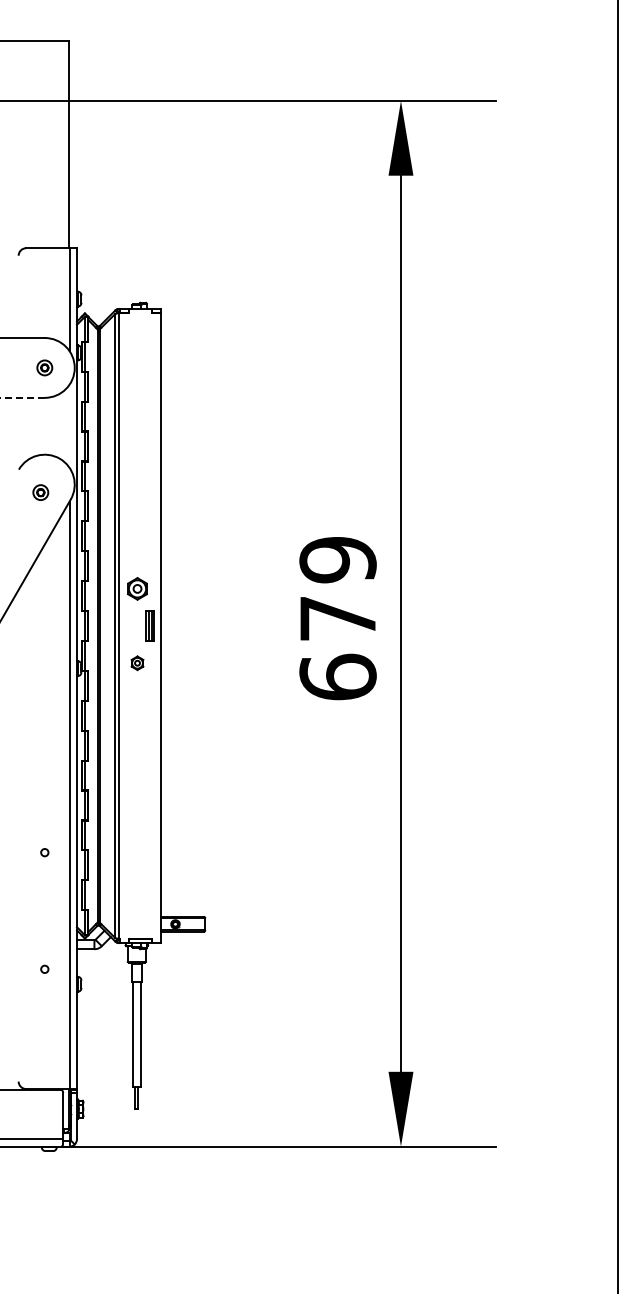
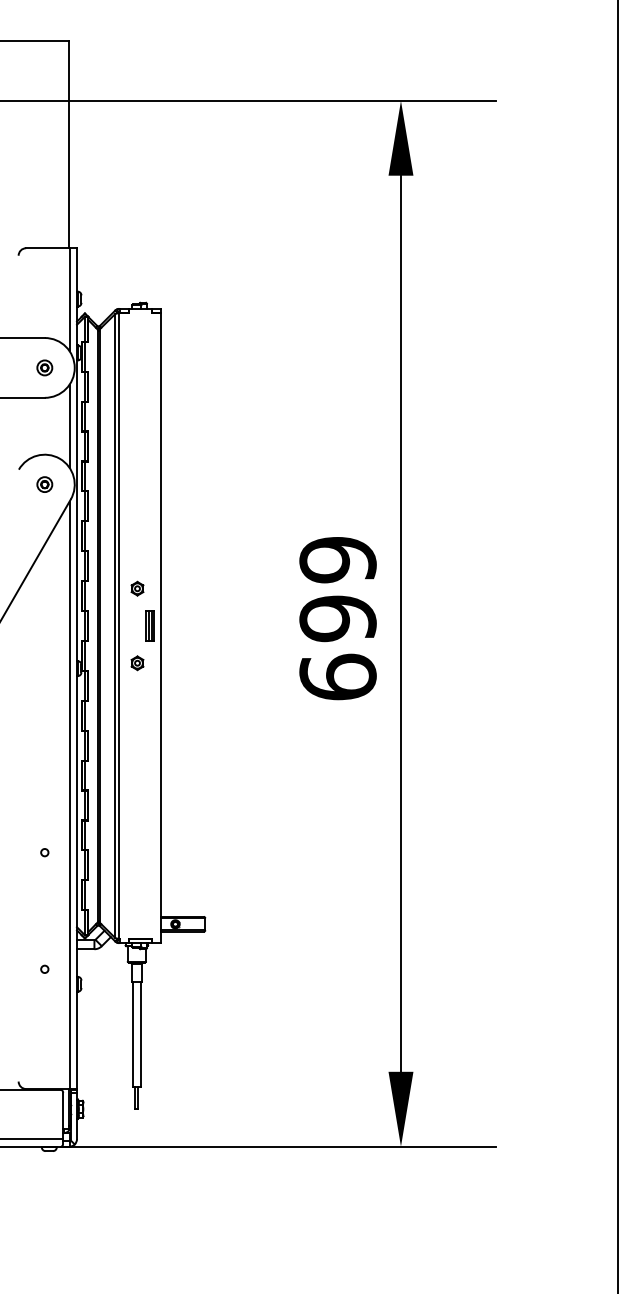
line at (22, 397): dashed -> solid
line at (69, 425): none -> present
part at (40, 492) position: (40, 492) -> (44, 484)
part at (137, 588) size: 21x24 px -> 15x17 px
text at (337, 618): 679 -> 699
